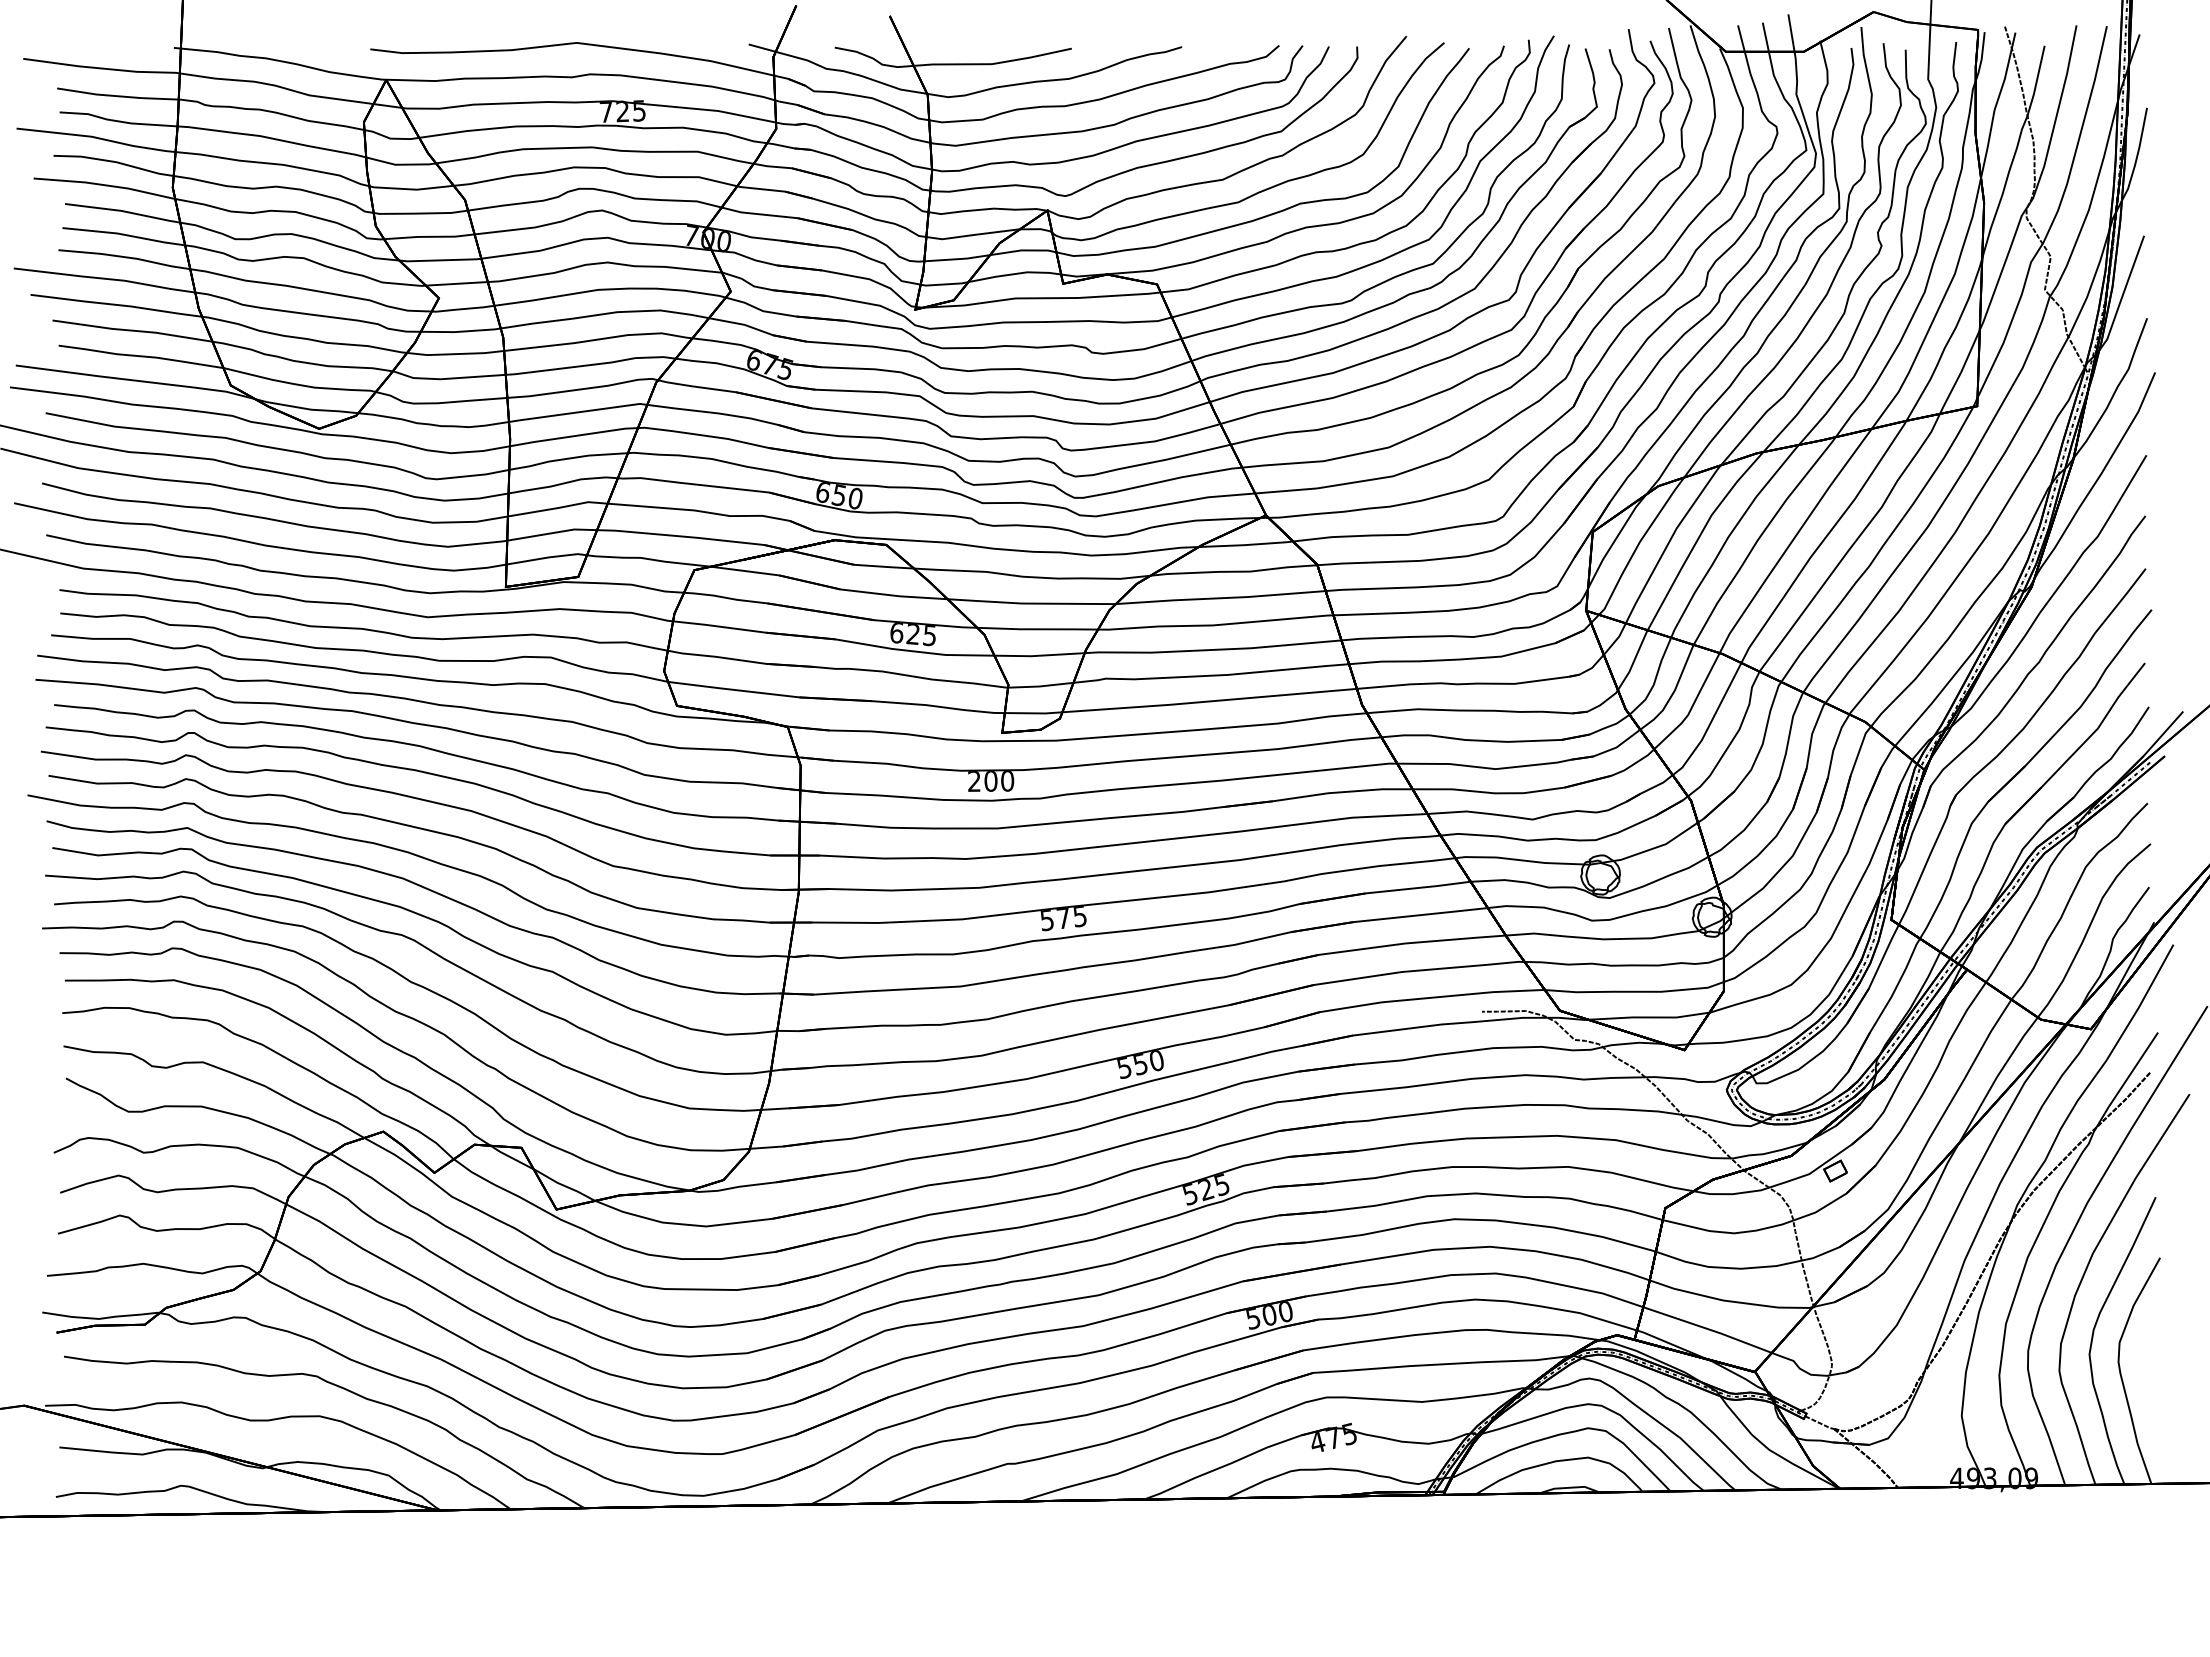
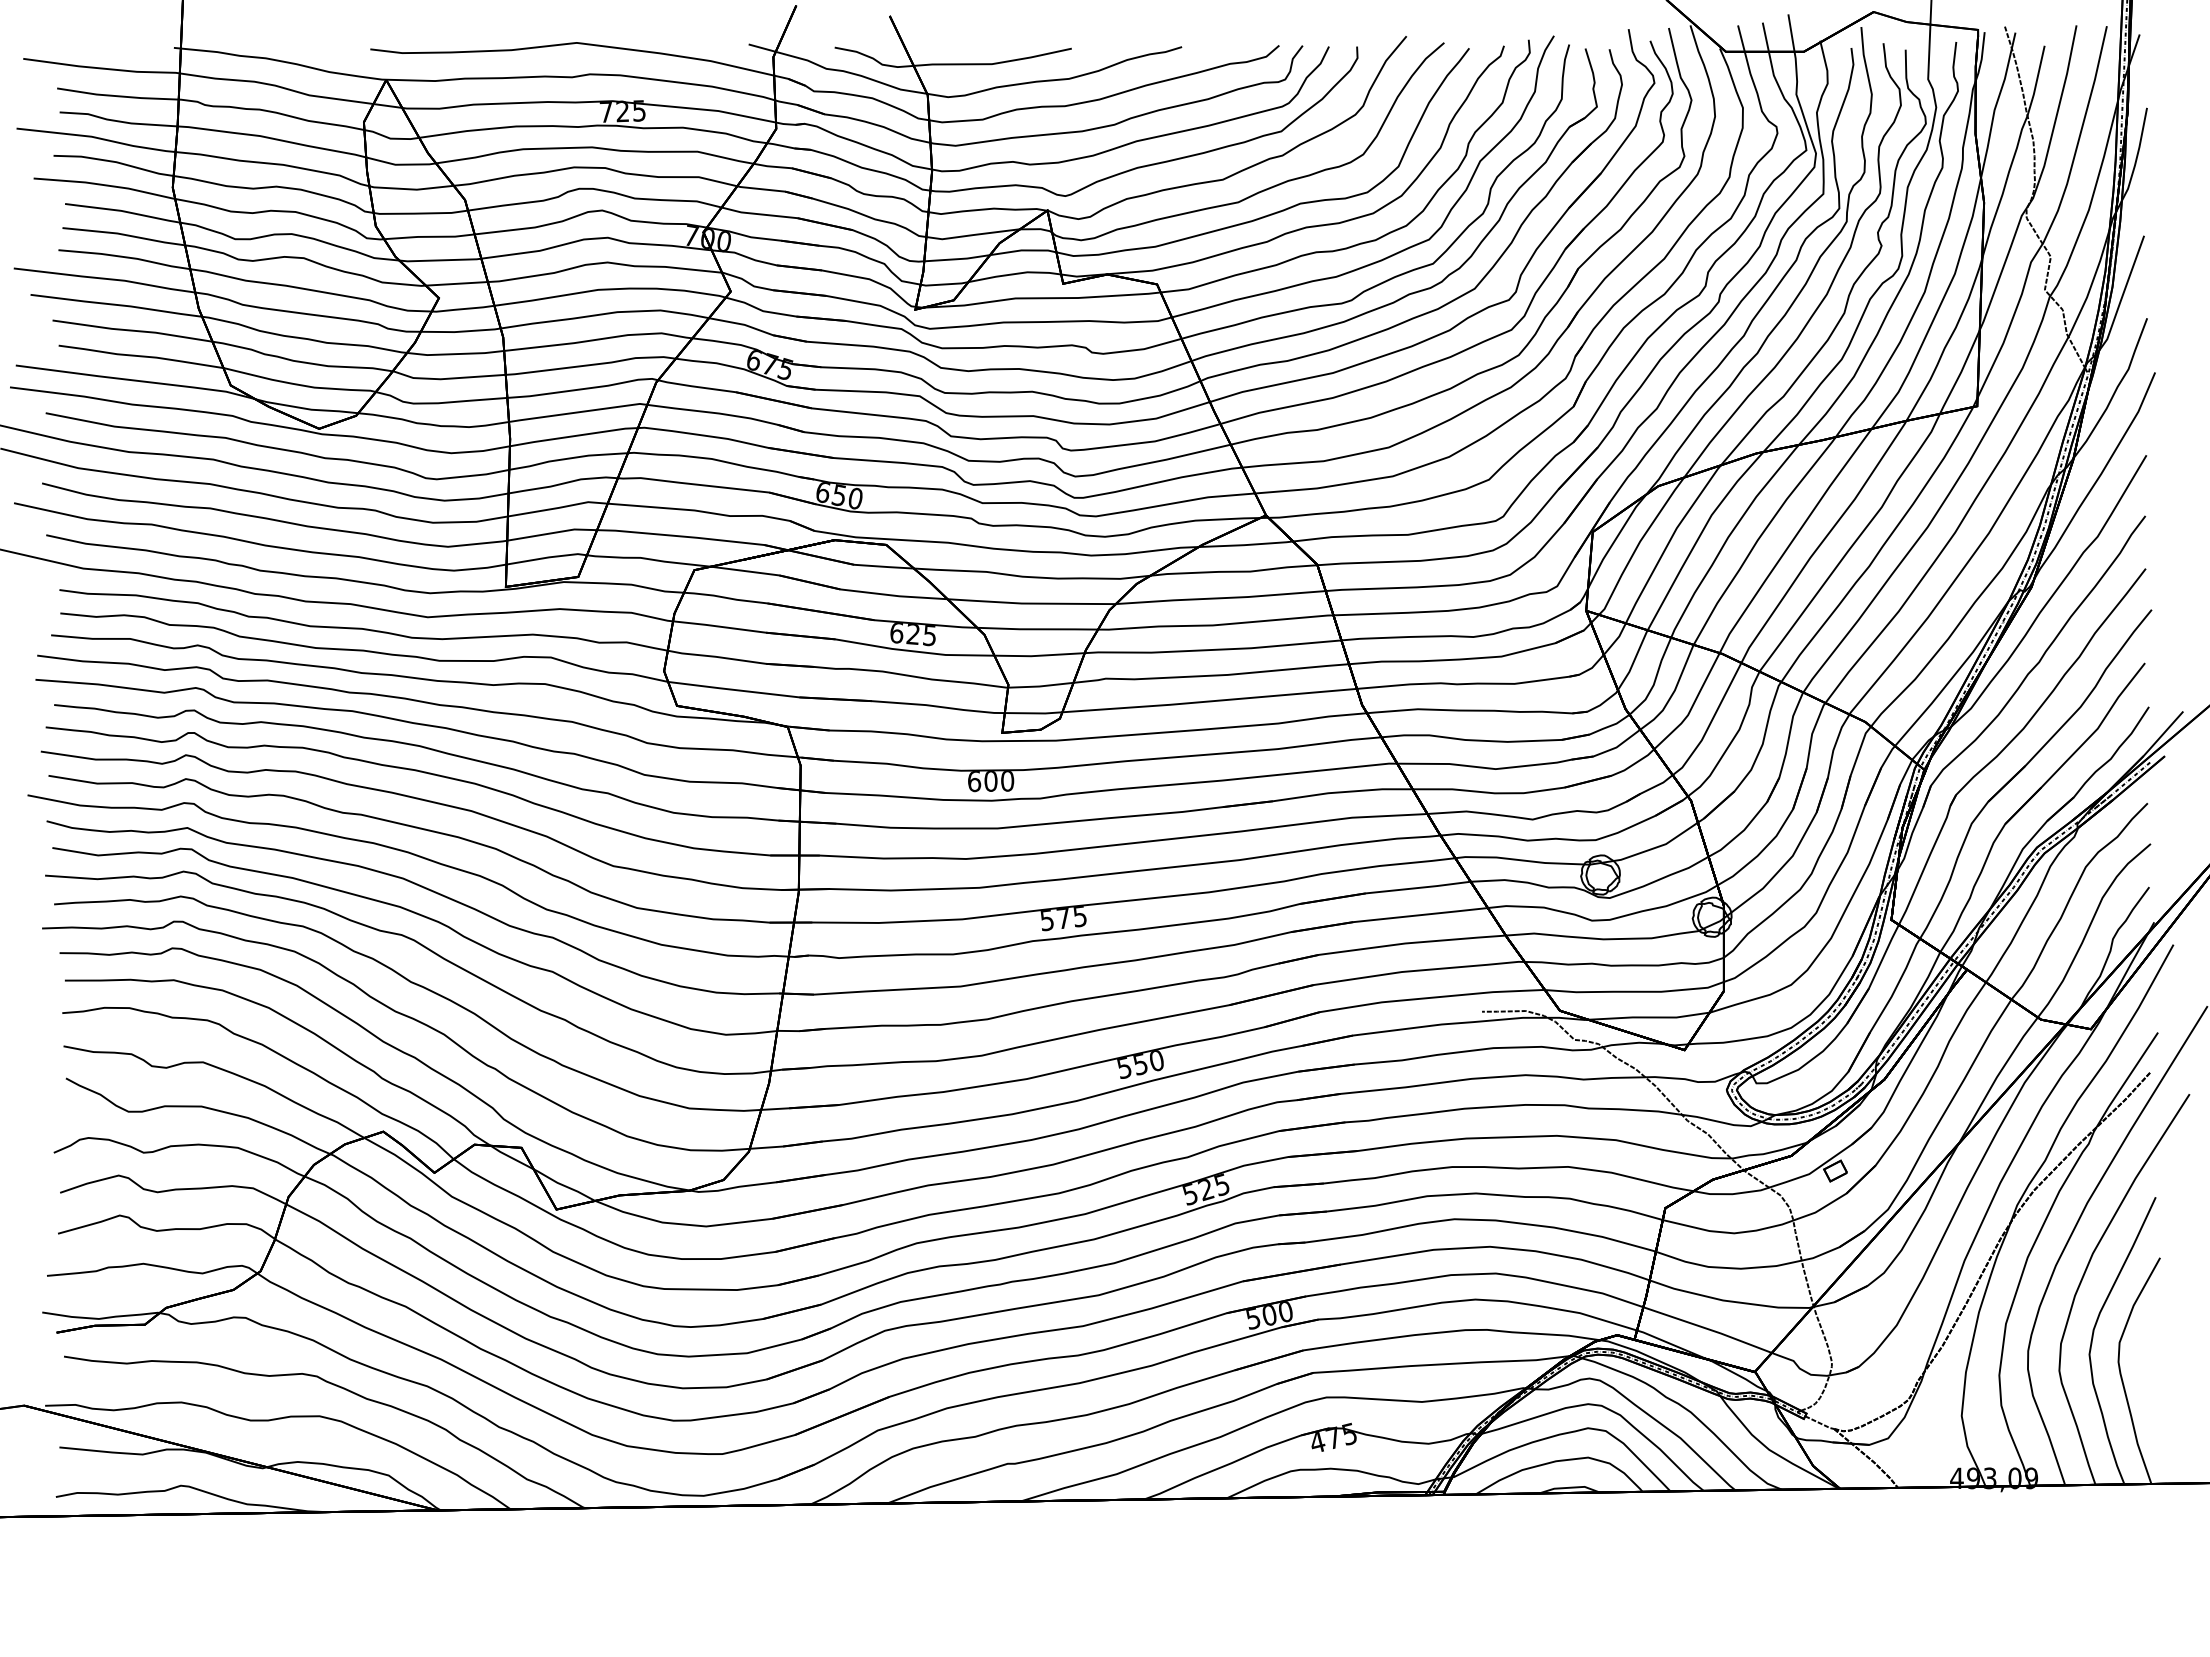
text at (974, 781): 200 -> 600
